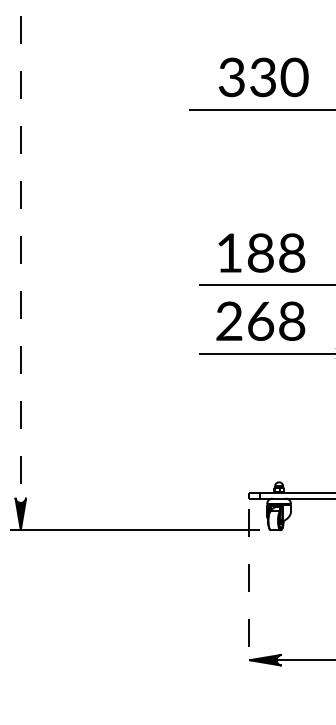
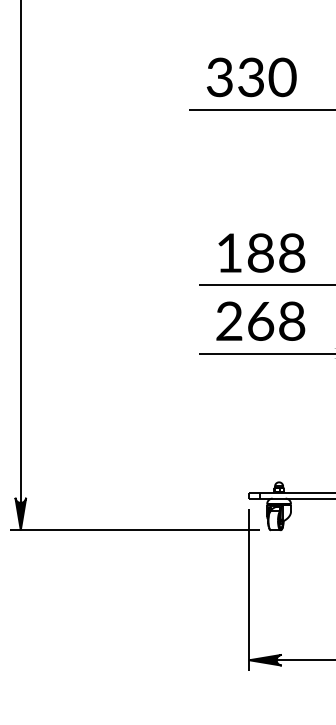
text at (263, 77) position: (263, 77) -> (251, 77)
line at (20, 265): dashed -> solid
line at (249, 590): dashed -> solid
